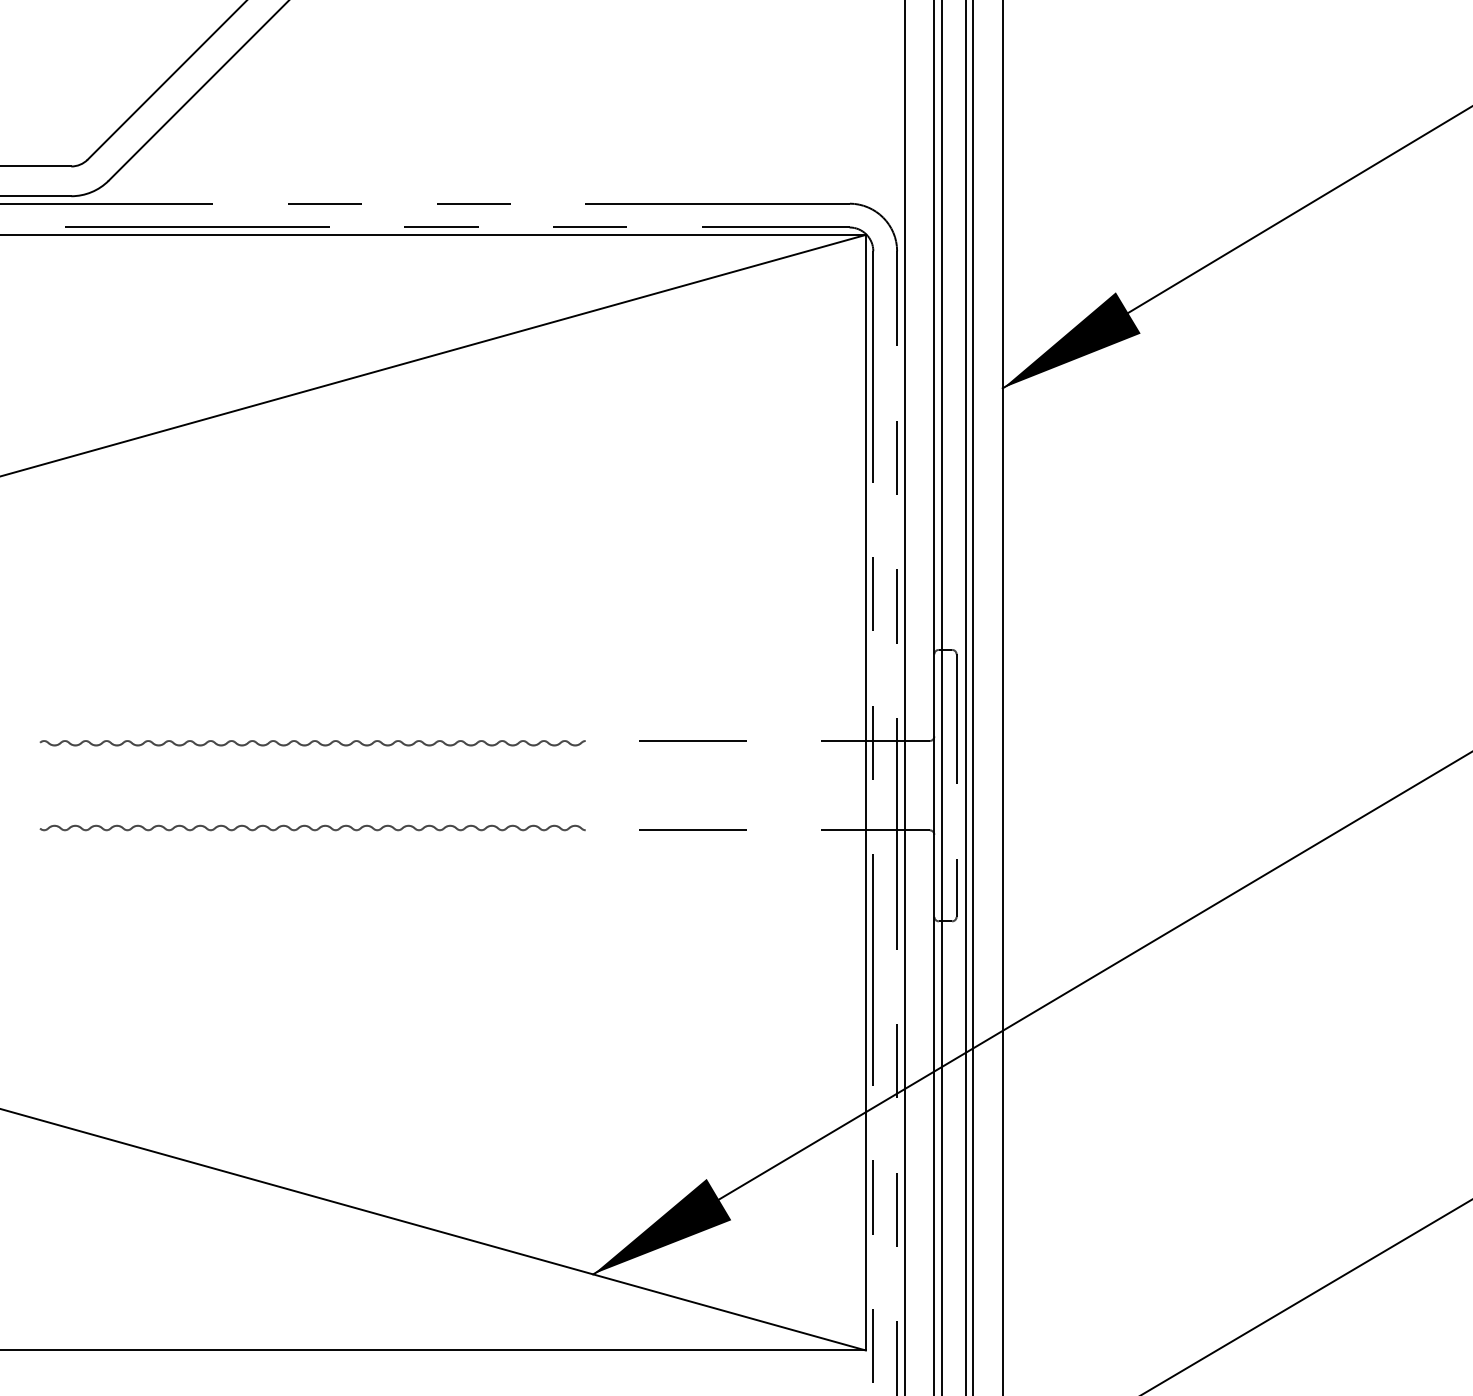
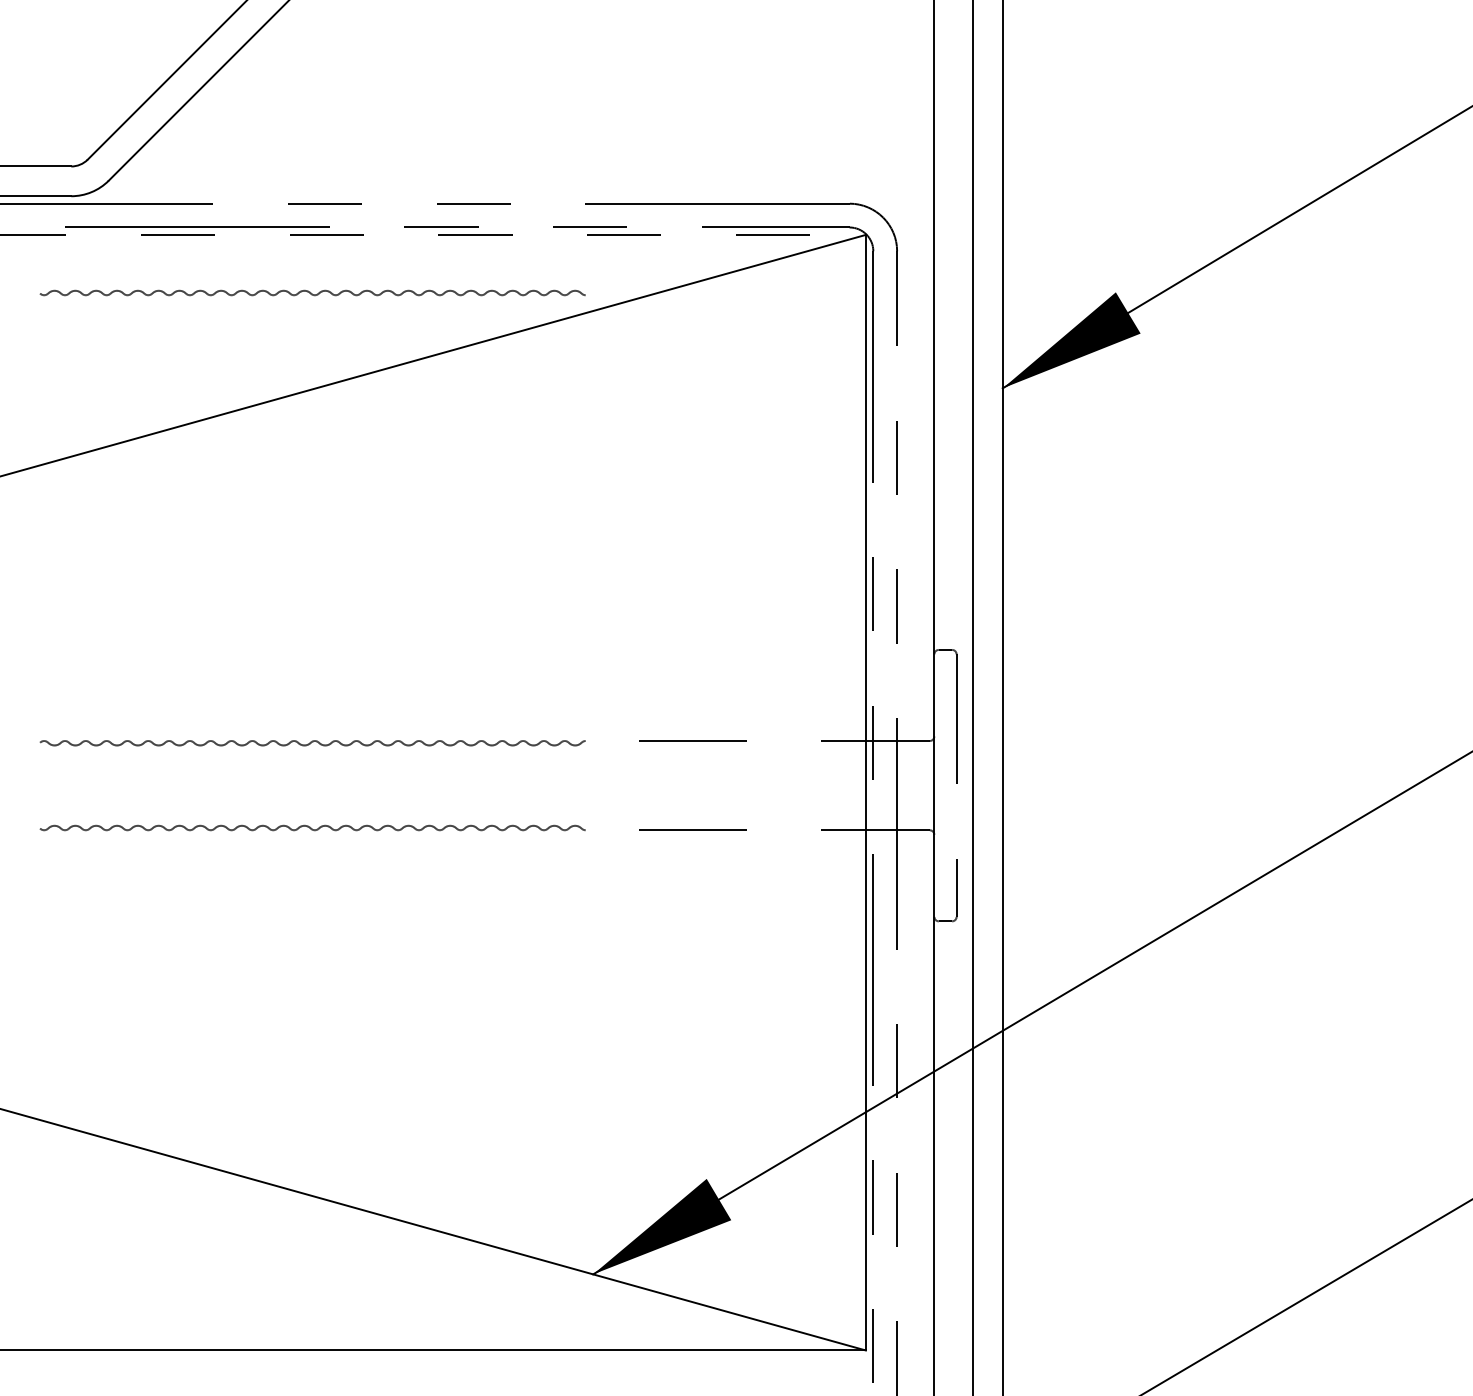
line at (432, 234): solid -> dashed
part at (312, 292): none -> present
line at (904, 697): present -> none
line at (941, 697): present -> none
line at (965, 697): present -> none
